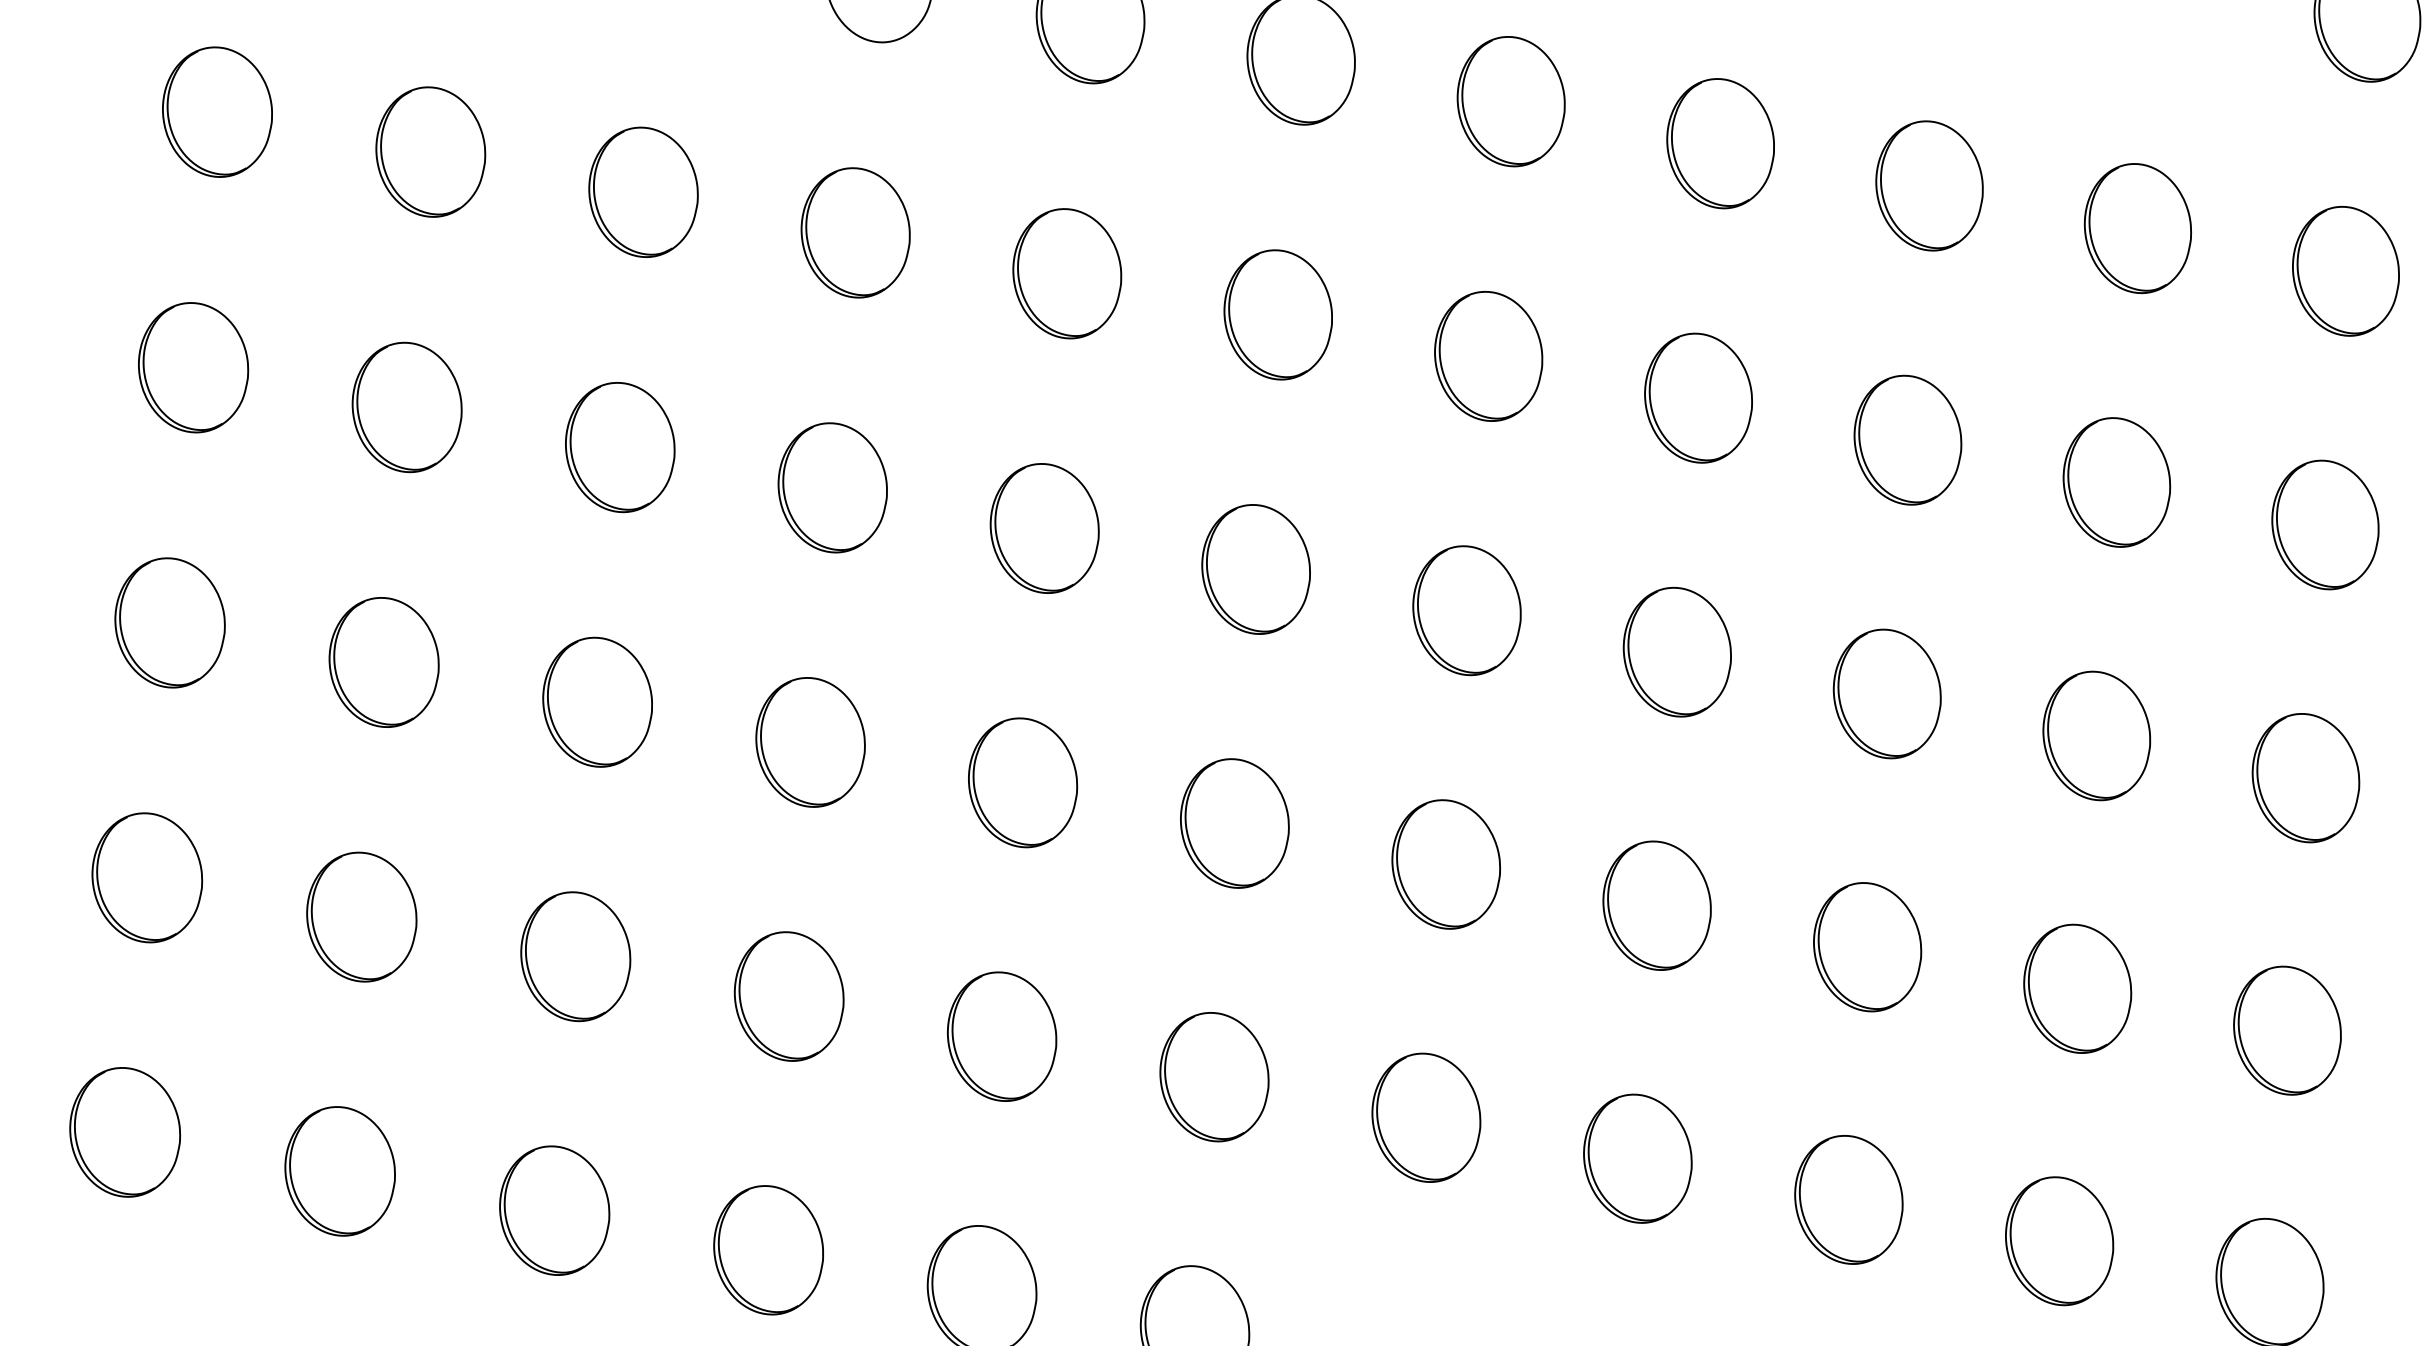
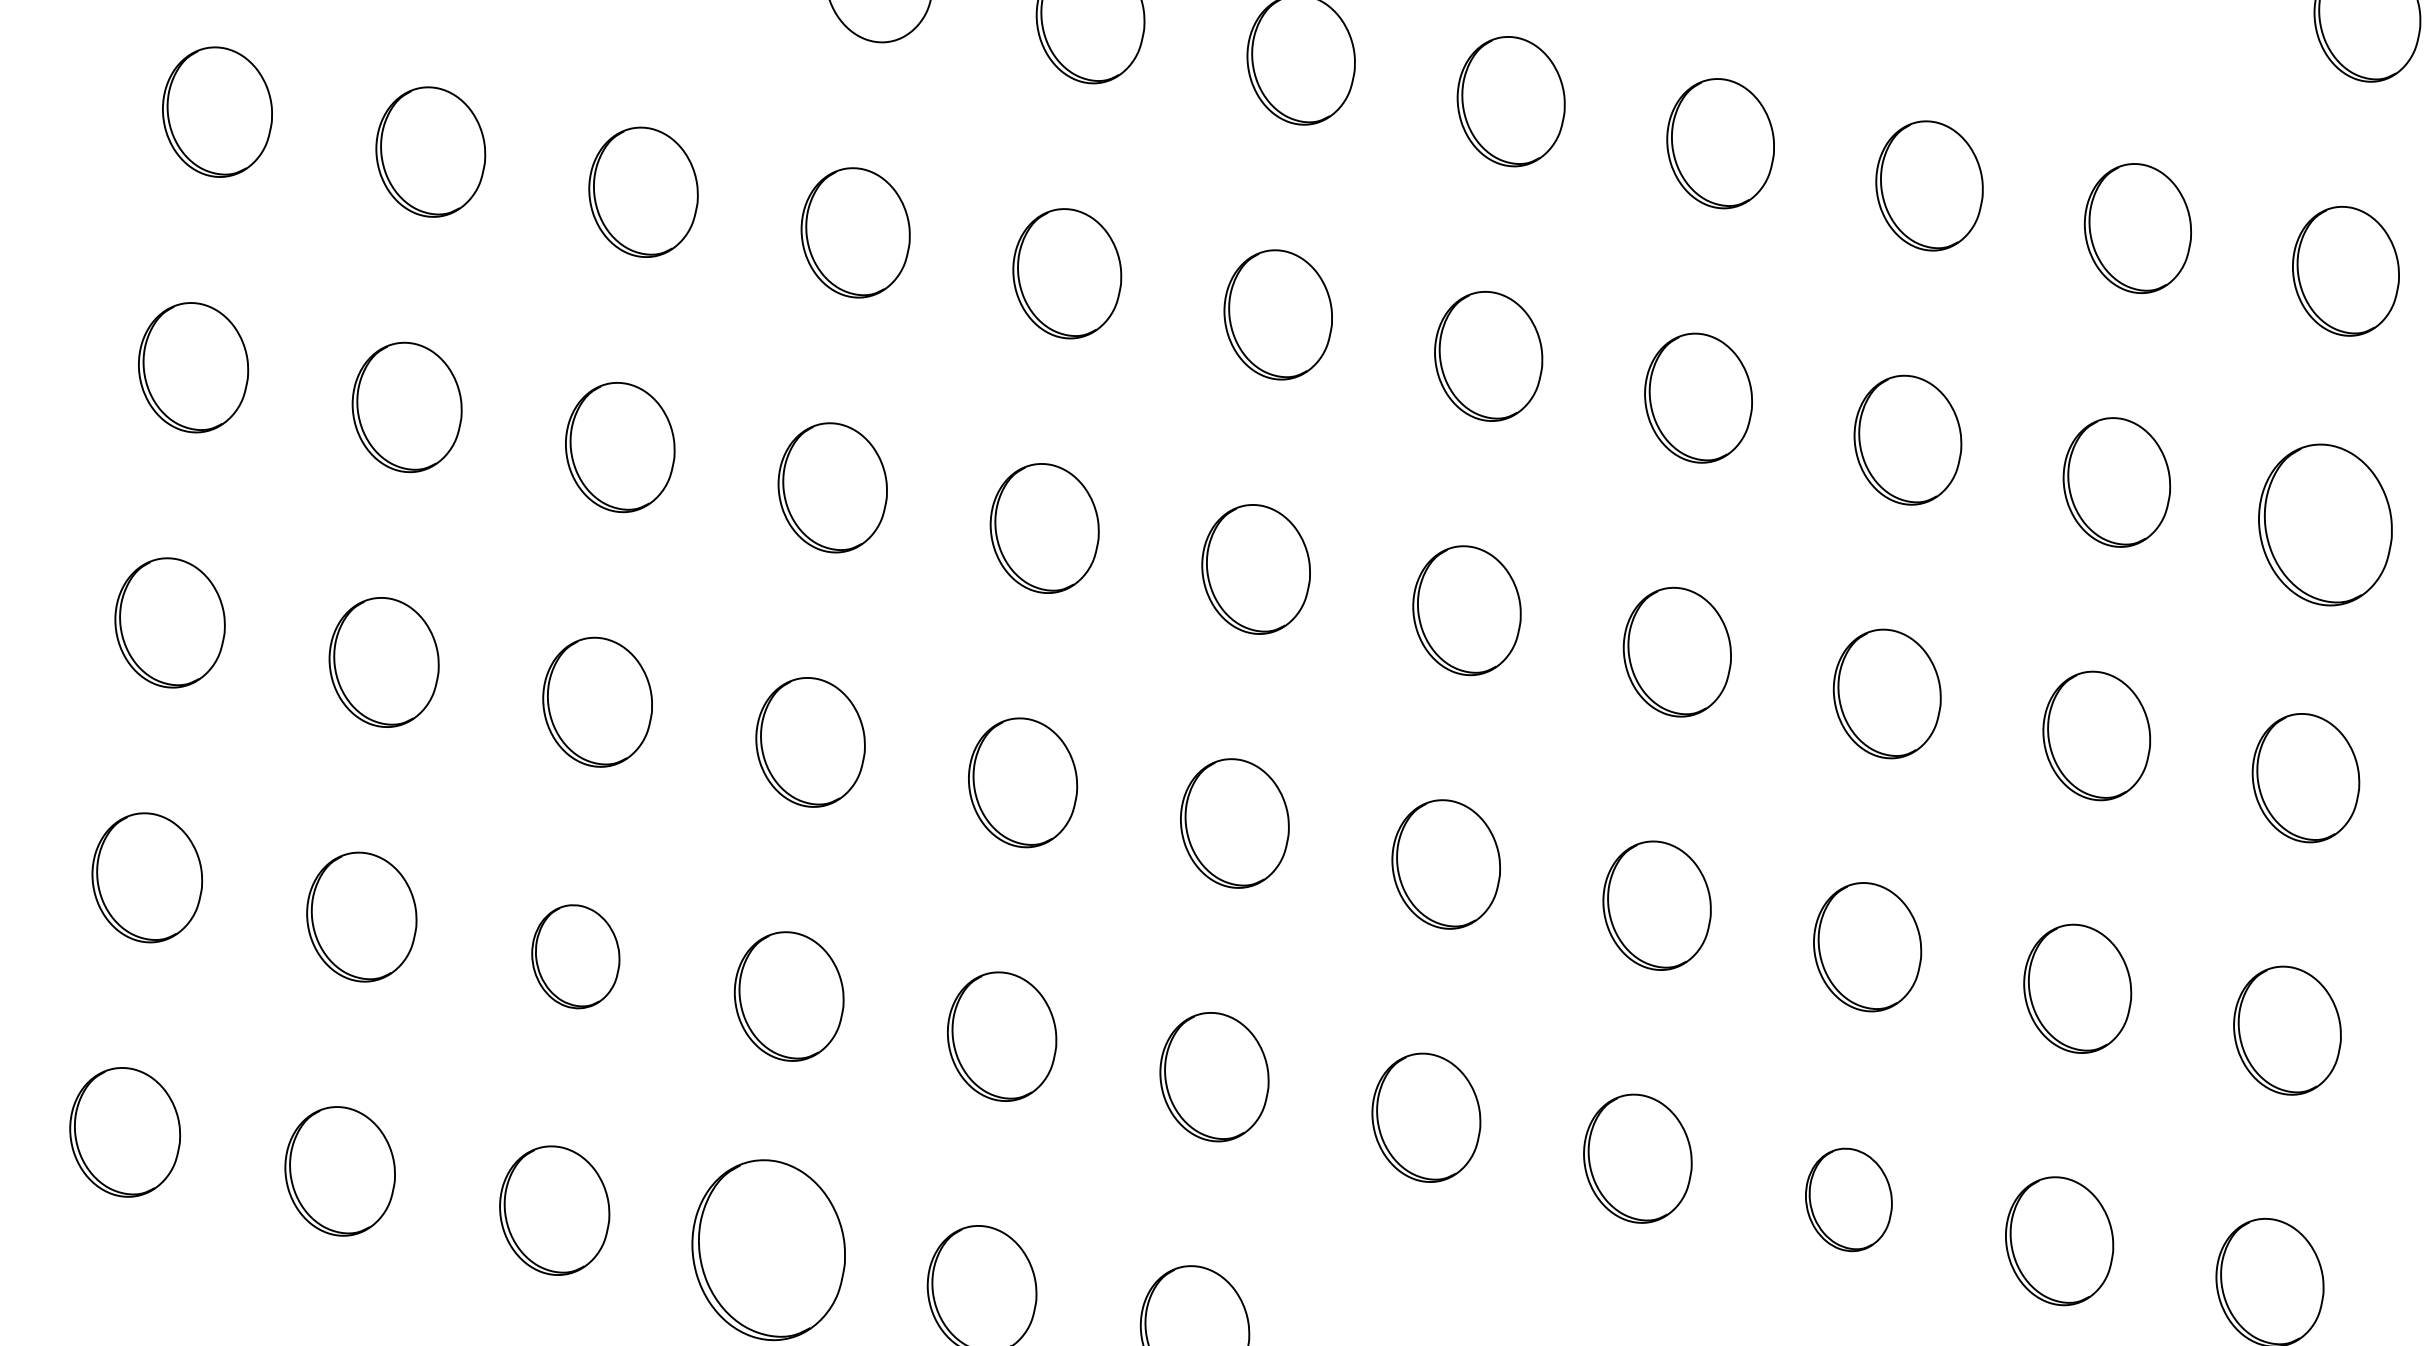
part at (2325, 524) size: 109x132 px -> 135x164 px
part at (575, 956) size: 112x132 px -> 90x106 px
part at (1848, 1199) size: 110x130 px -> 88x106 px
part at (768, 1250) size: 111x131 px -> 155x183 px
